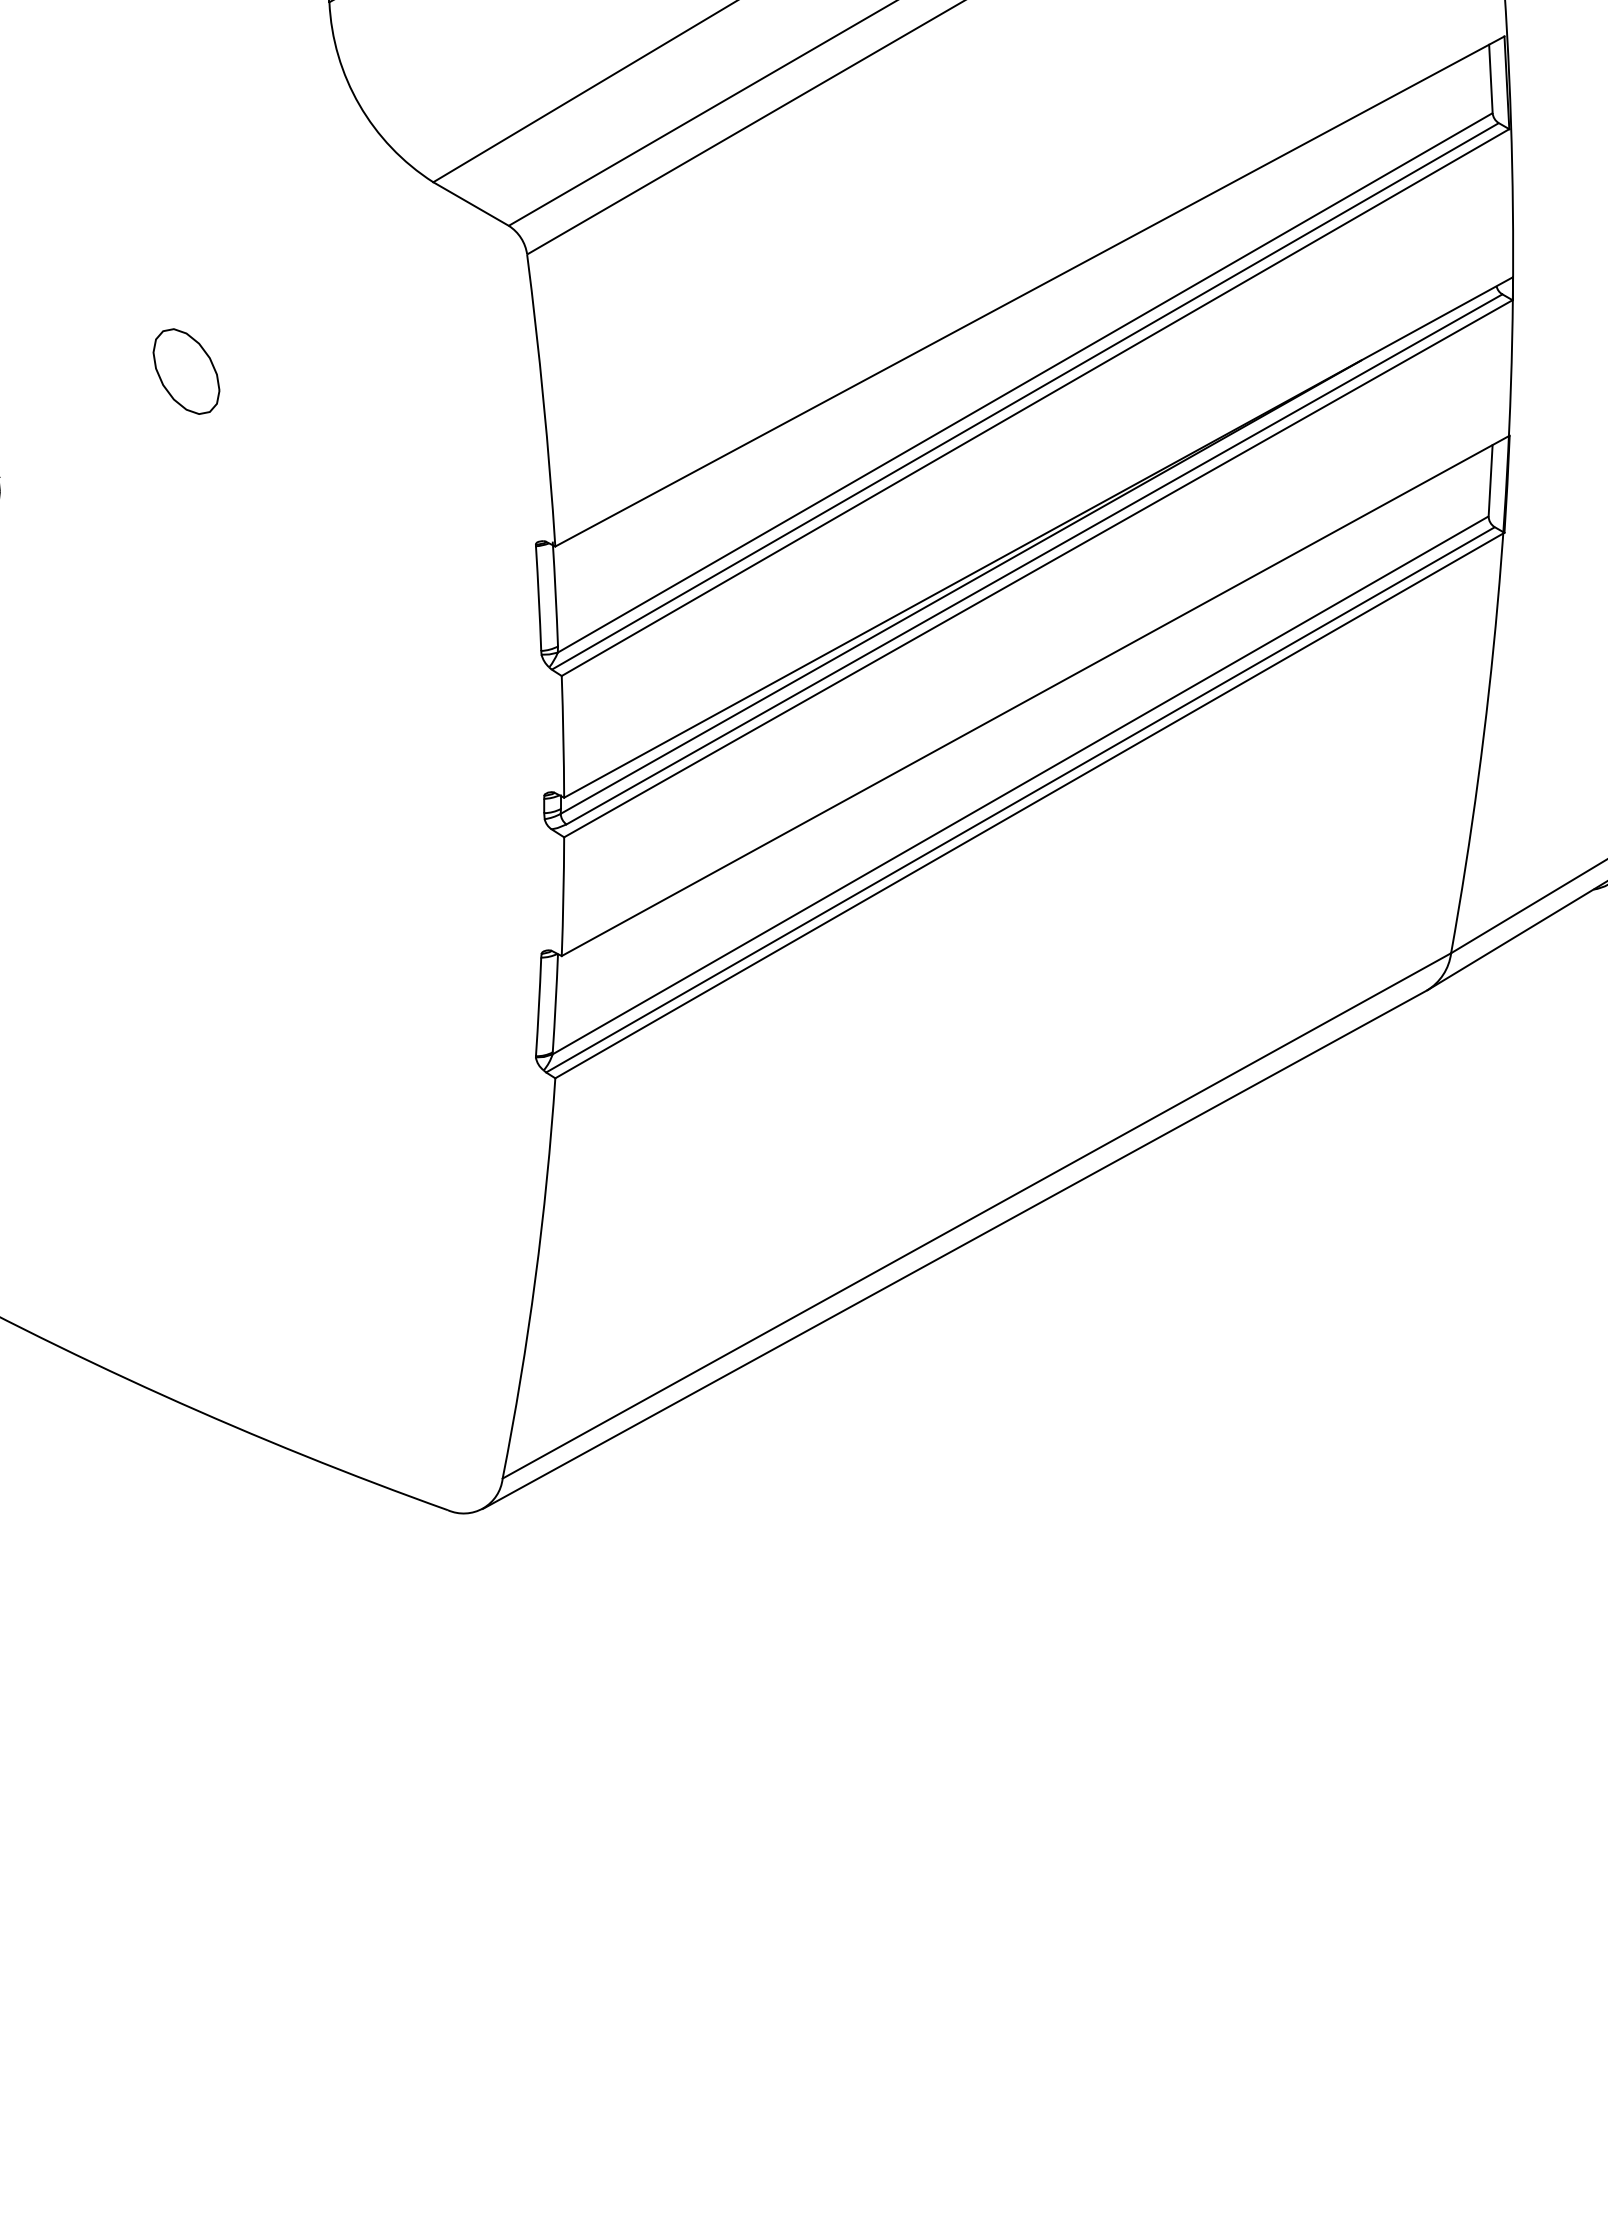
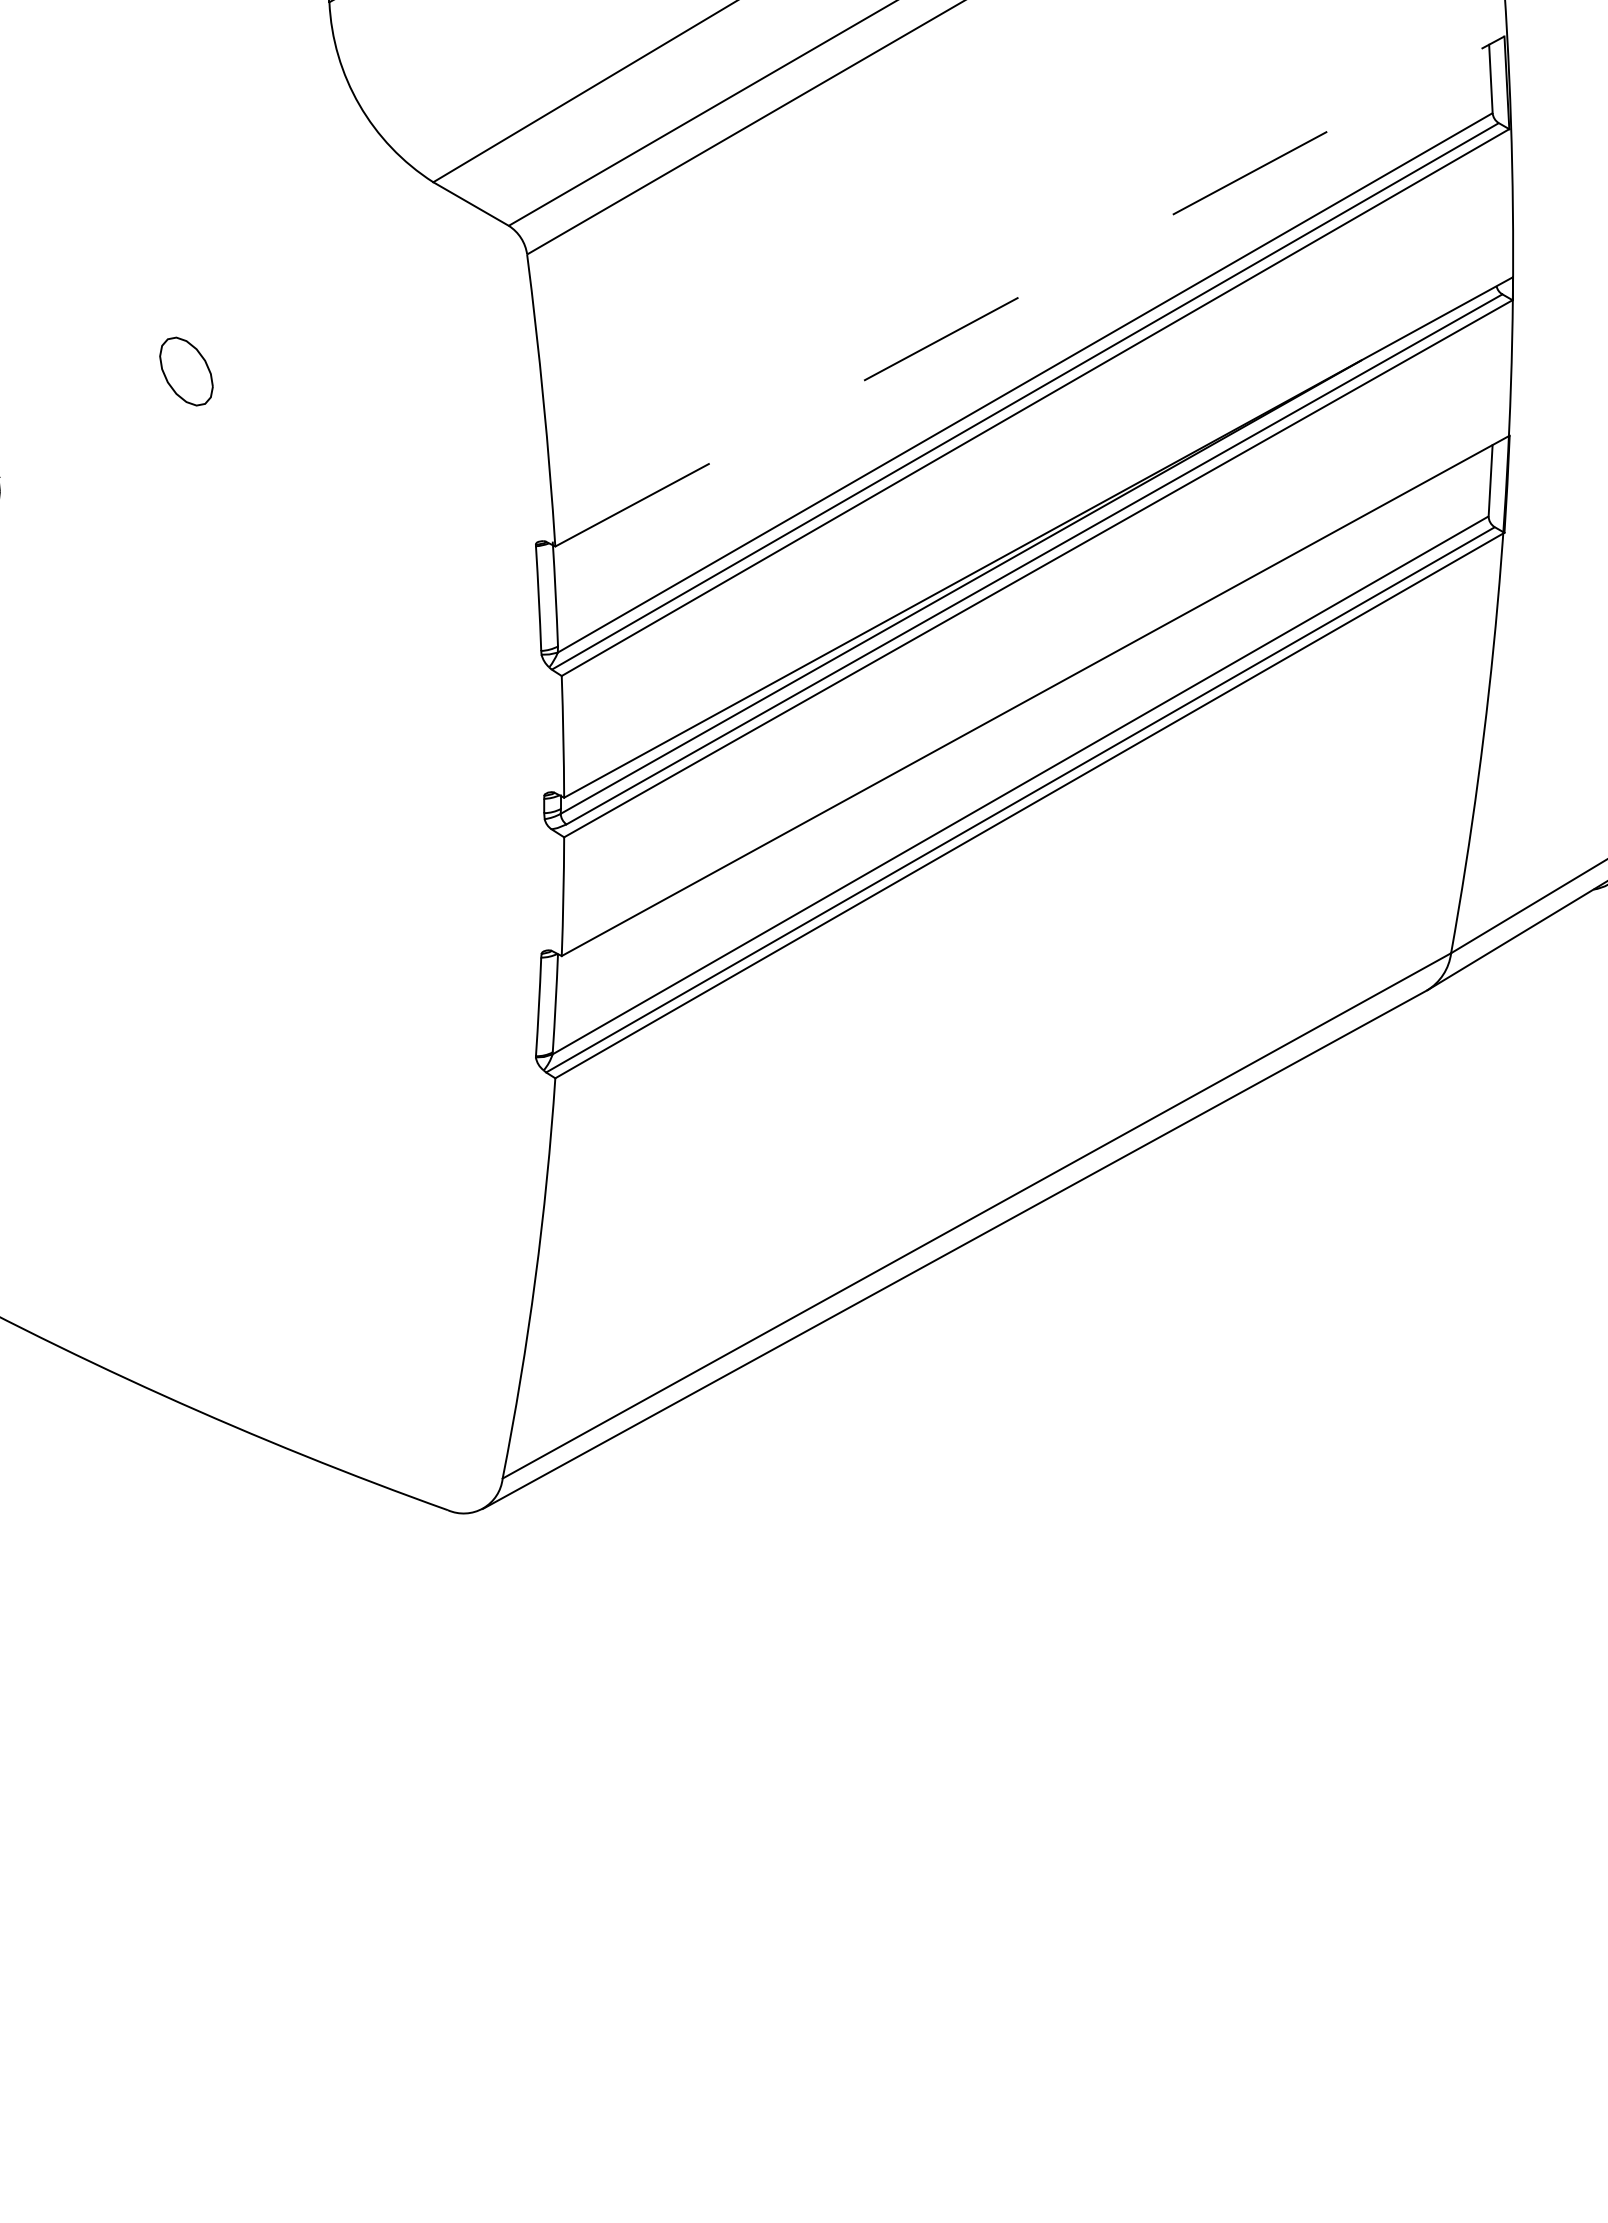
line at (1029, 291): solid -> dashed
part at (186, 371) size: 69x87 px -> 55x71 px
